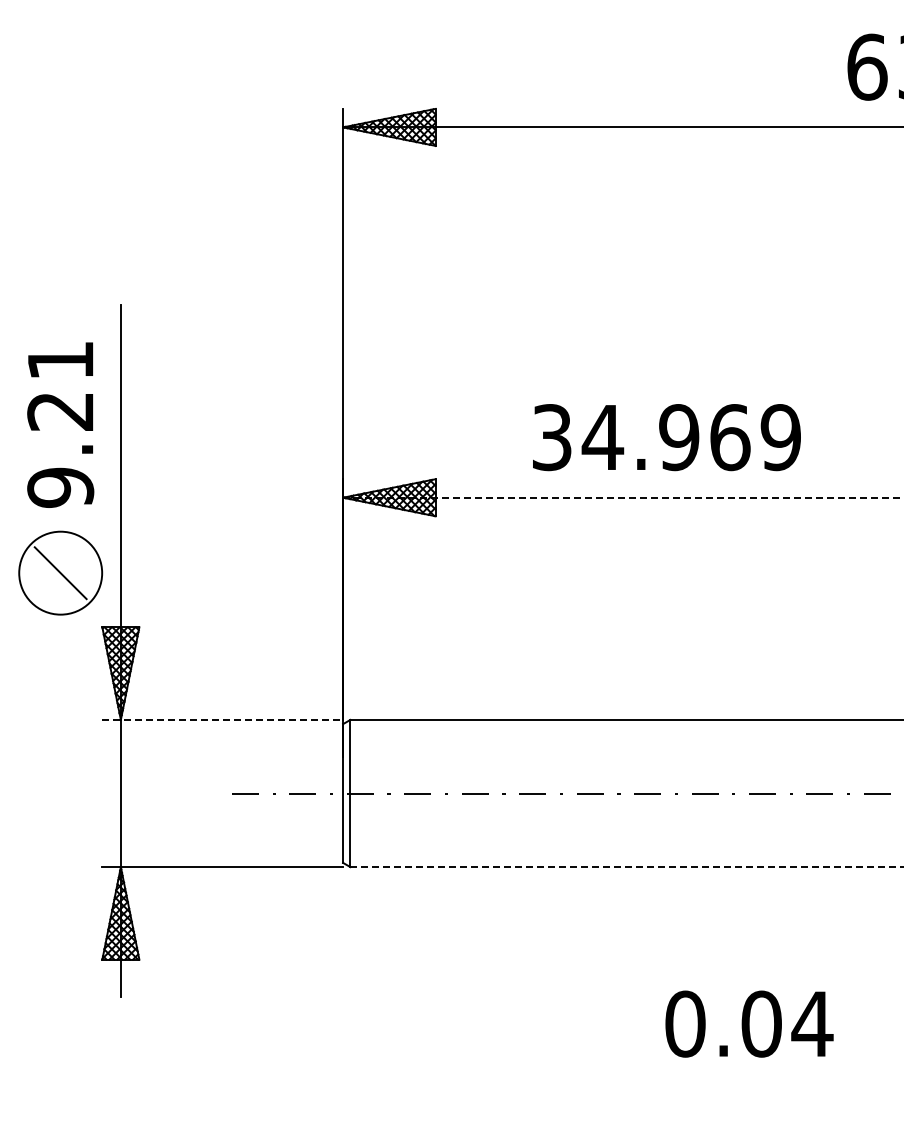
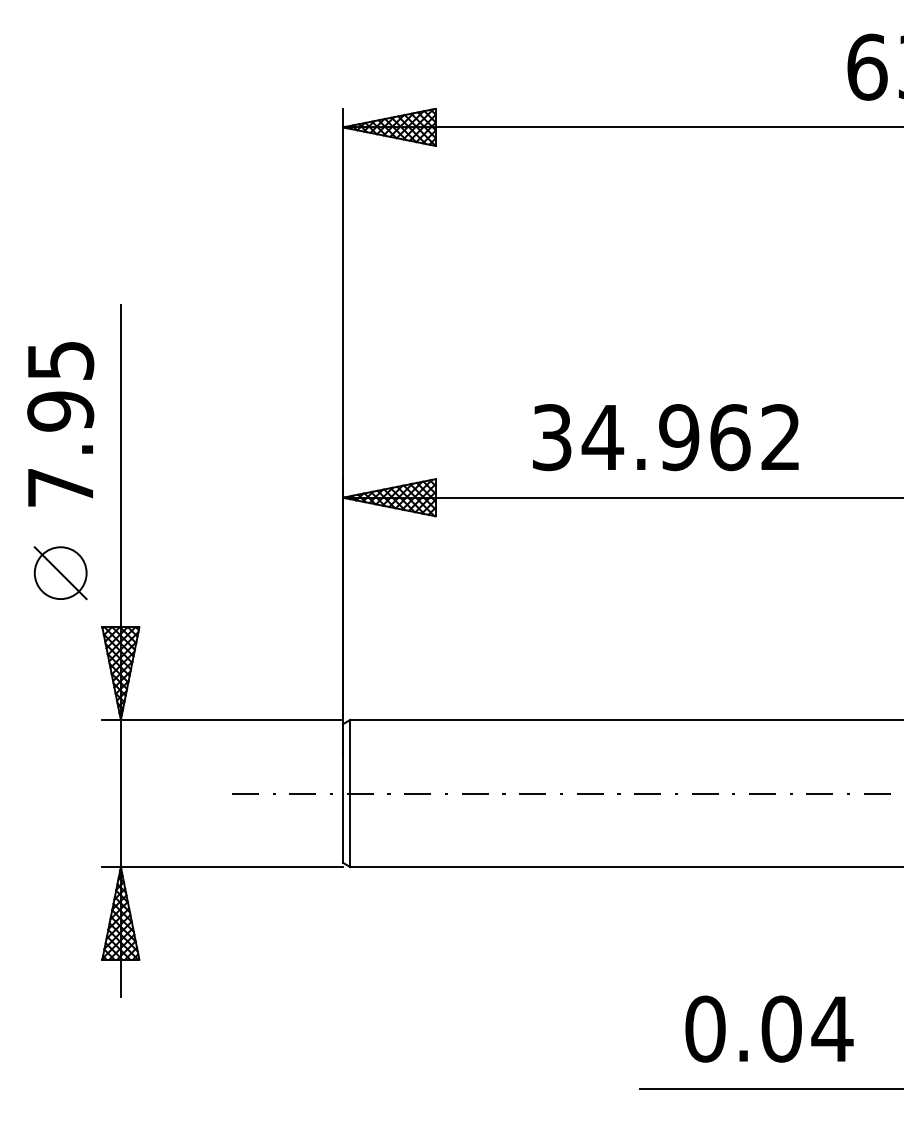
text at (60, 424): 9.21 -> 7.95
text at (780, 437): 34.969 -> 34.962
line at (623, 497): dashed -> solid
circle at (60, 572) diameter: 83 px -> 52 px
line at (223, 719): dashed -> solid
line at (627, 867): dashed -> solid
text at (749, 1023) position: (749, 1023) -> (769, 1028)
line at (770, 1089): none -> present
